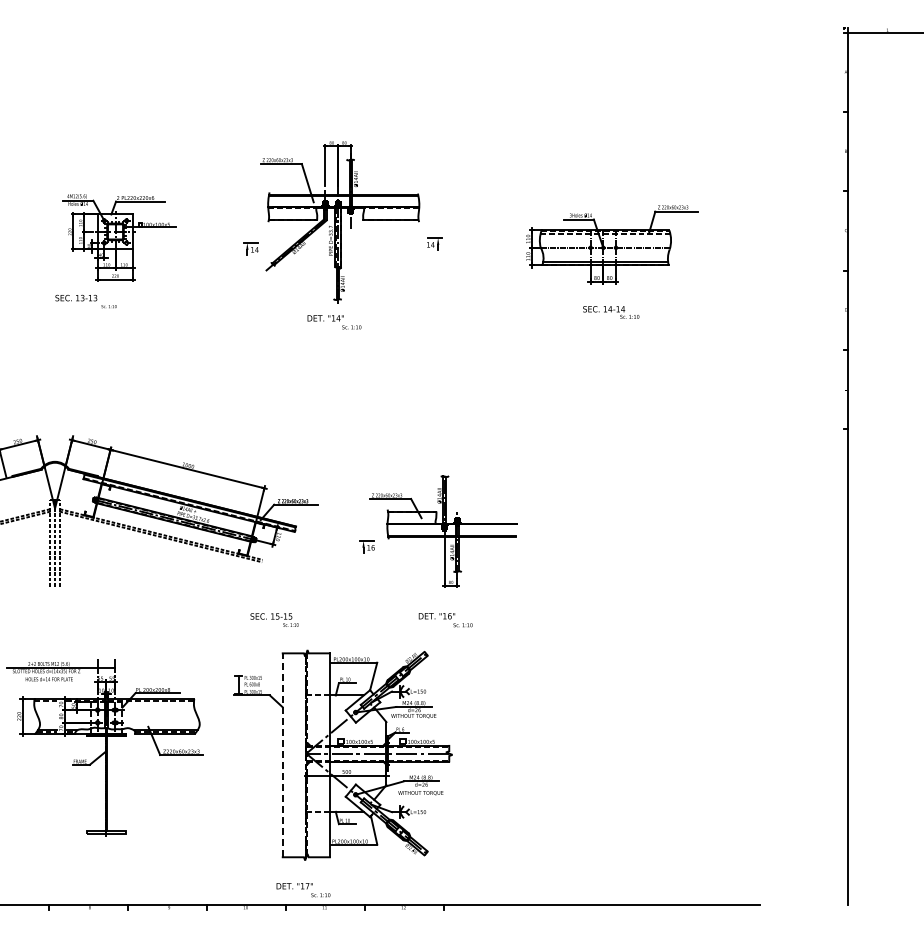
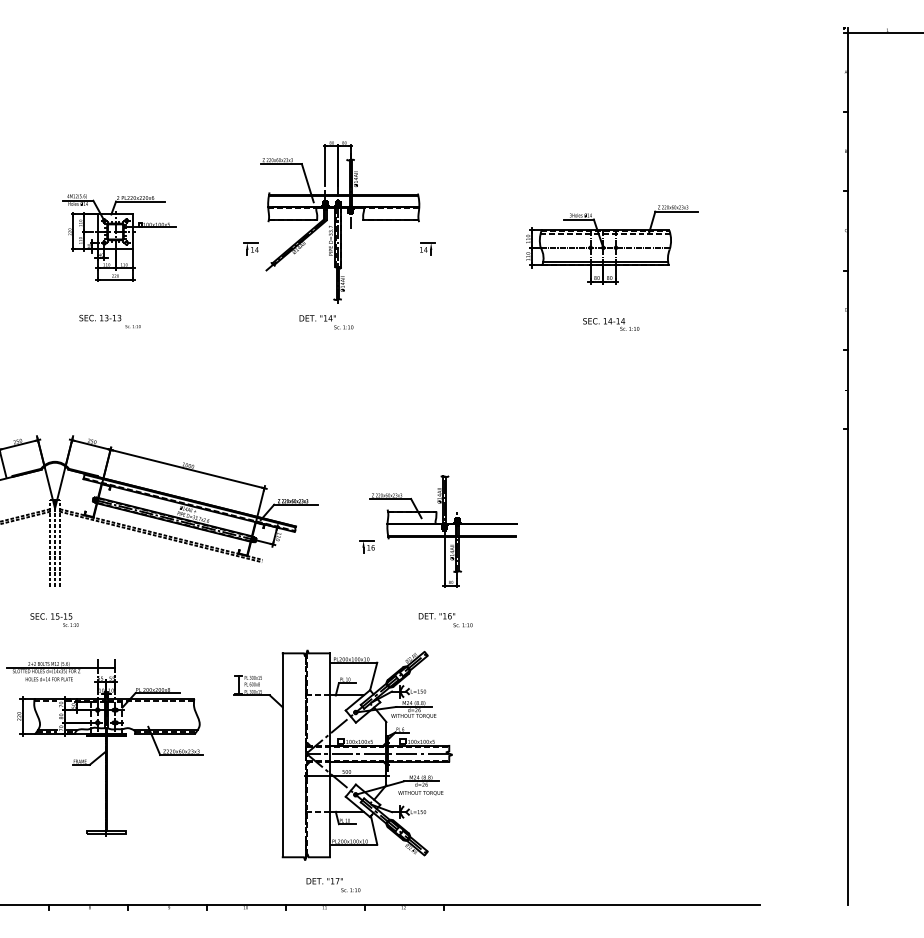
part at (434, 243) position: (434, 243) -> (427, 248)
text at (85, 301) position: (85, 301) -> (109, 321)
text at (611, 312) position: (611, 312) -> (611, 324)
text at (334, 322) position: (334, 322) -> (326, 322)
text at (274, 619) position: (274, 619) -> (54, 619)
line at (282, 755): dashed -> solid
text at (303, 890) position: (303, 890) -> (333, 885)
